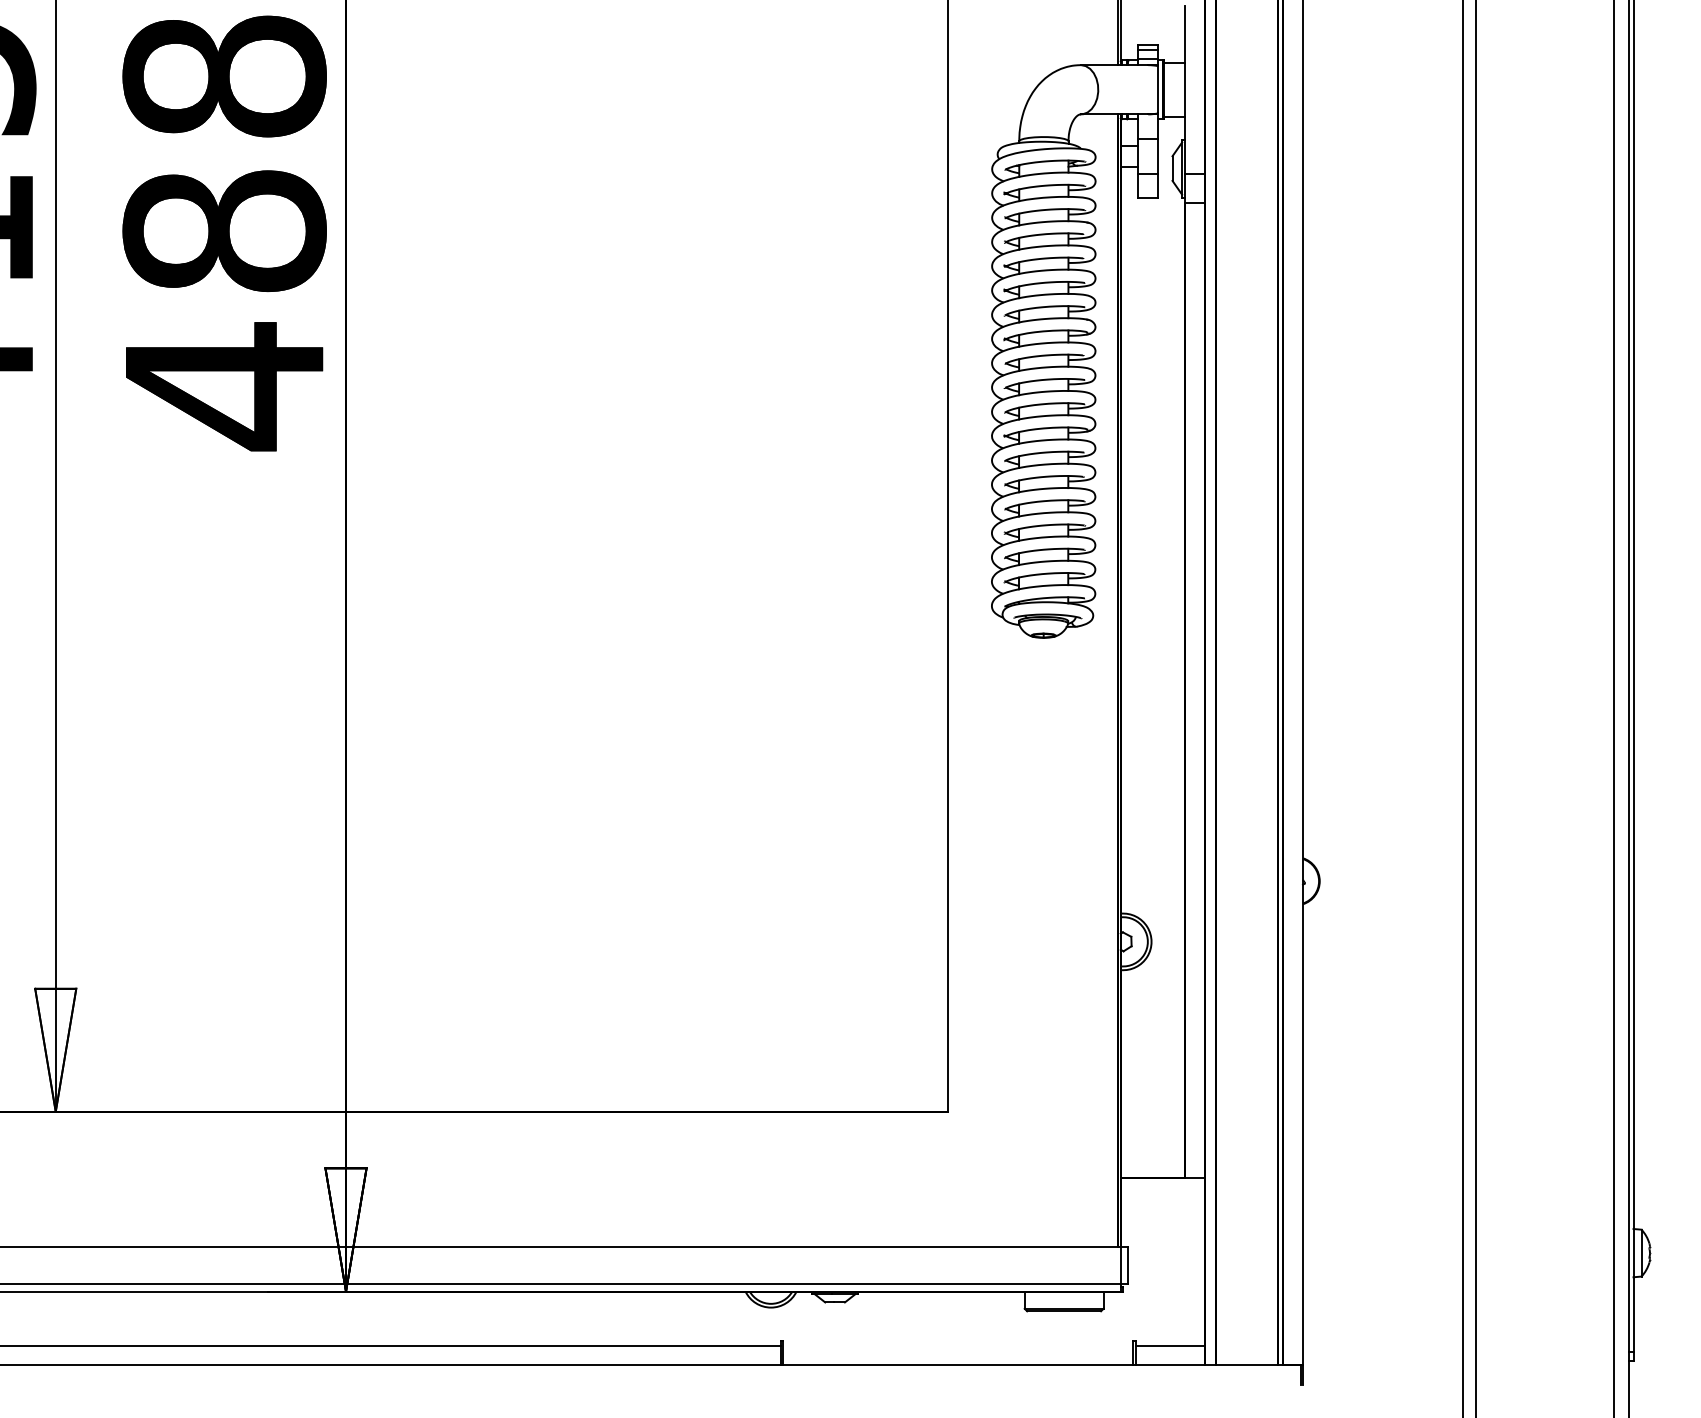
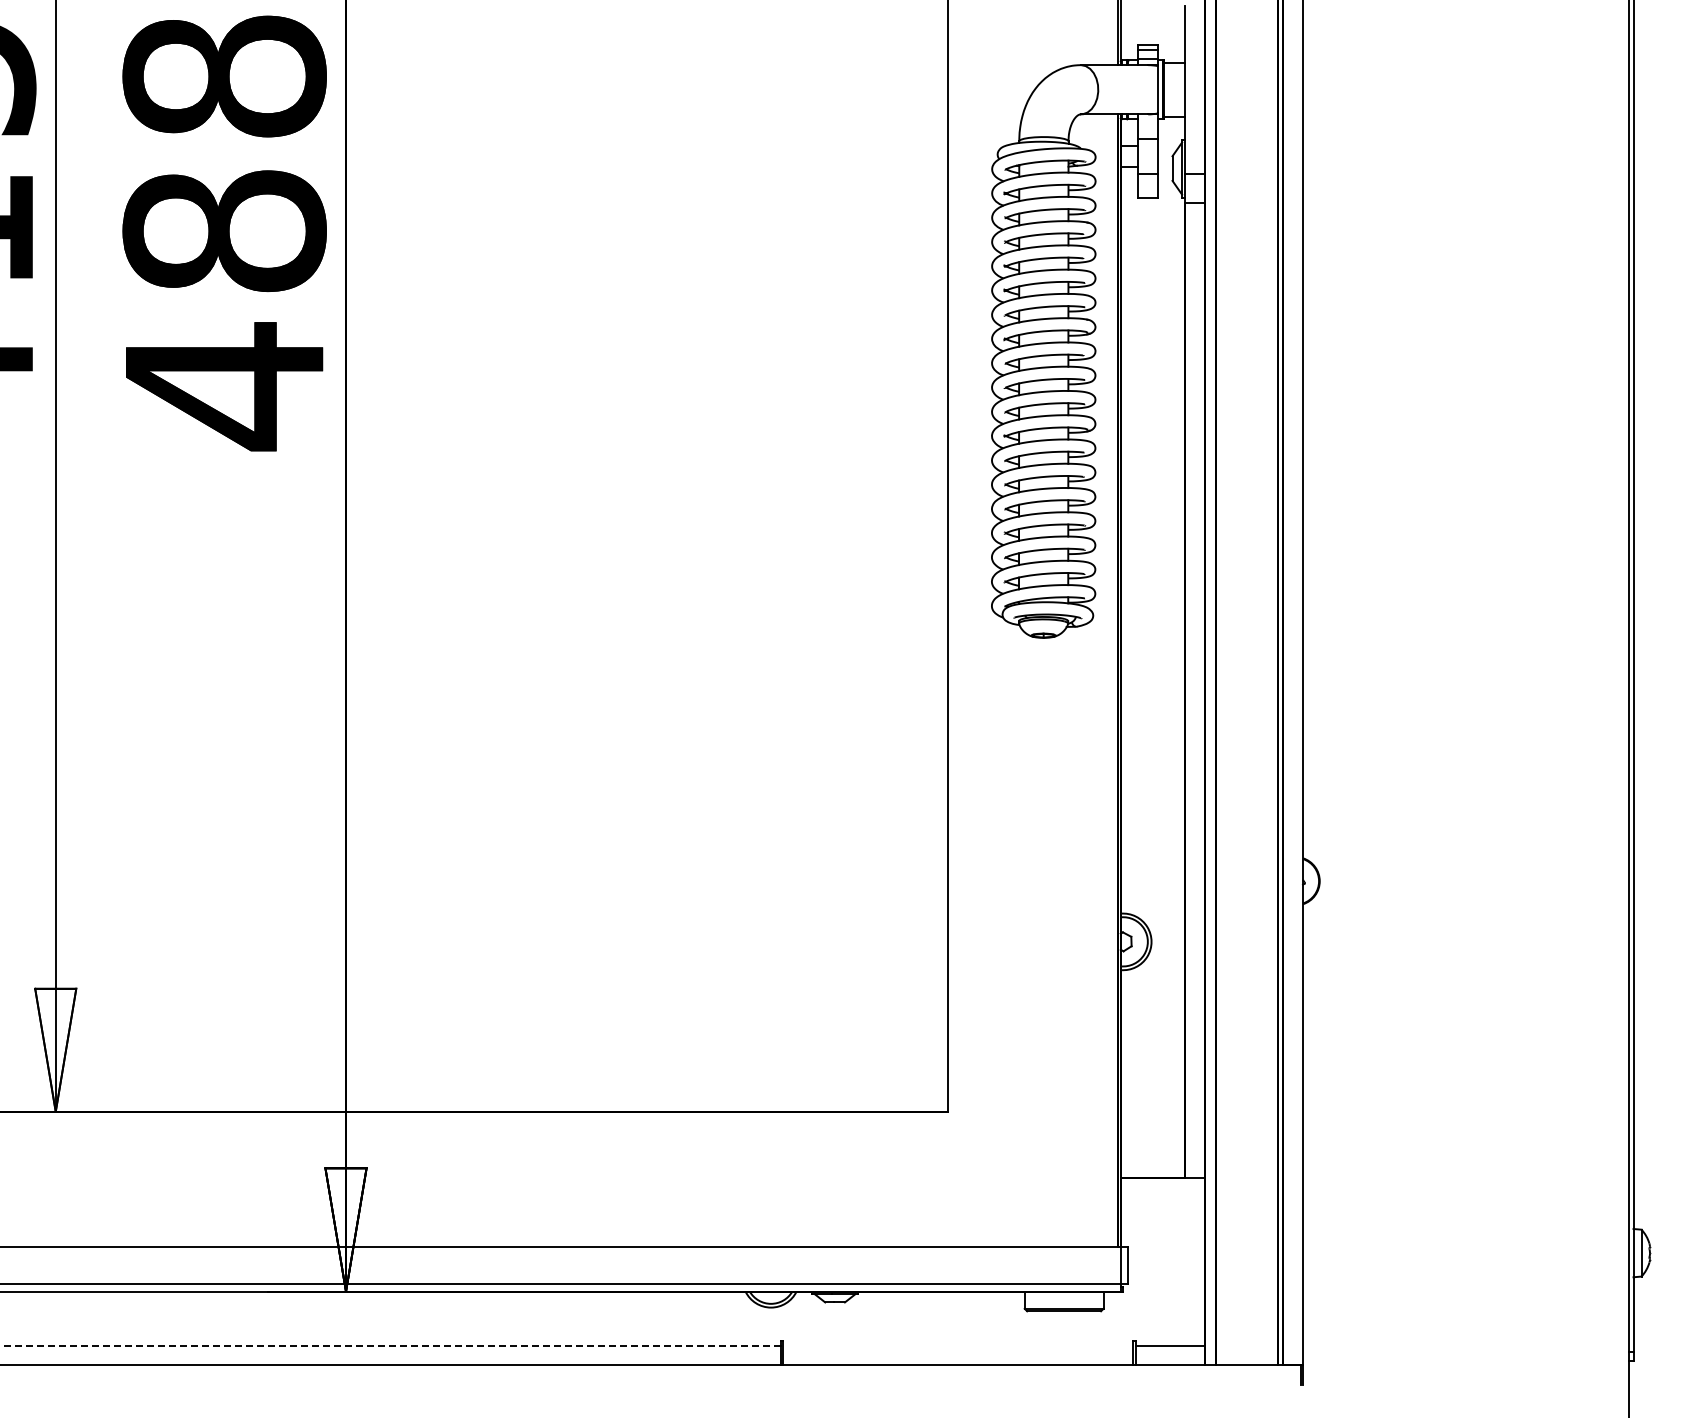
line at (1463, 708): present -> none
line at (1476, 708): present -> none
line at (1613, 708): present -> none
line at (390, 1345): solid -> dashed
